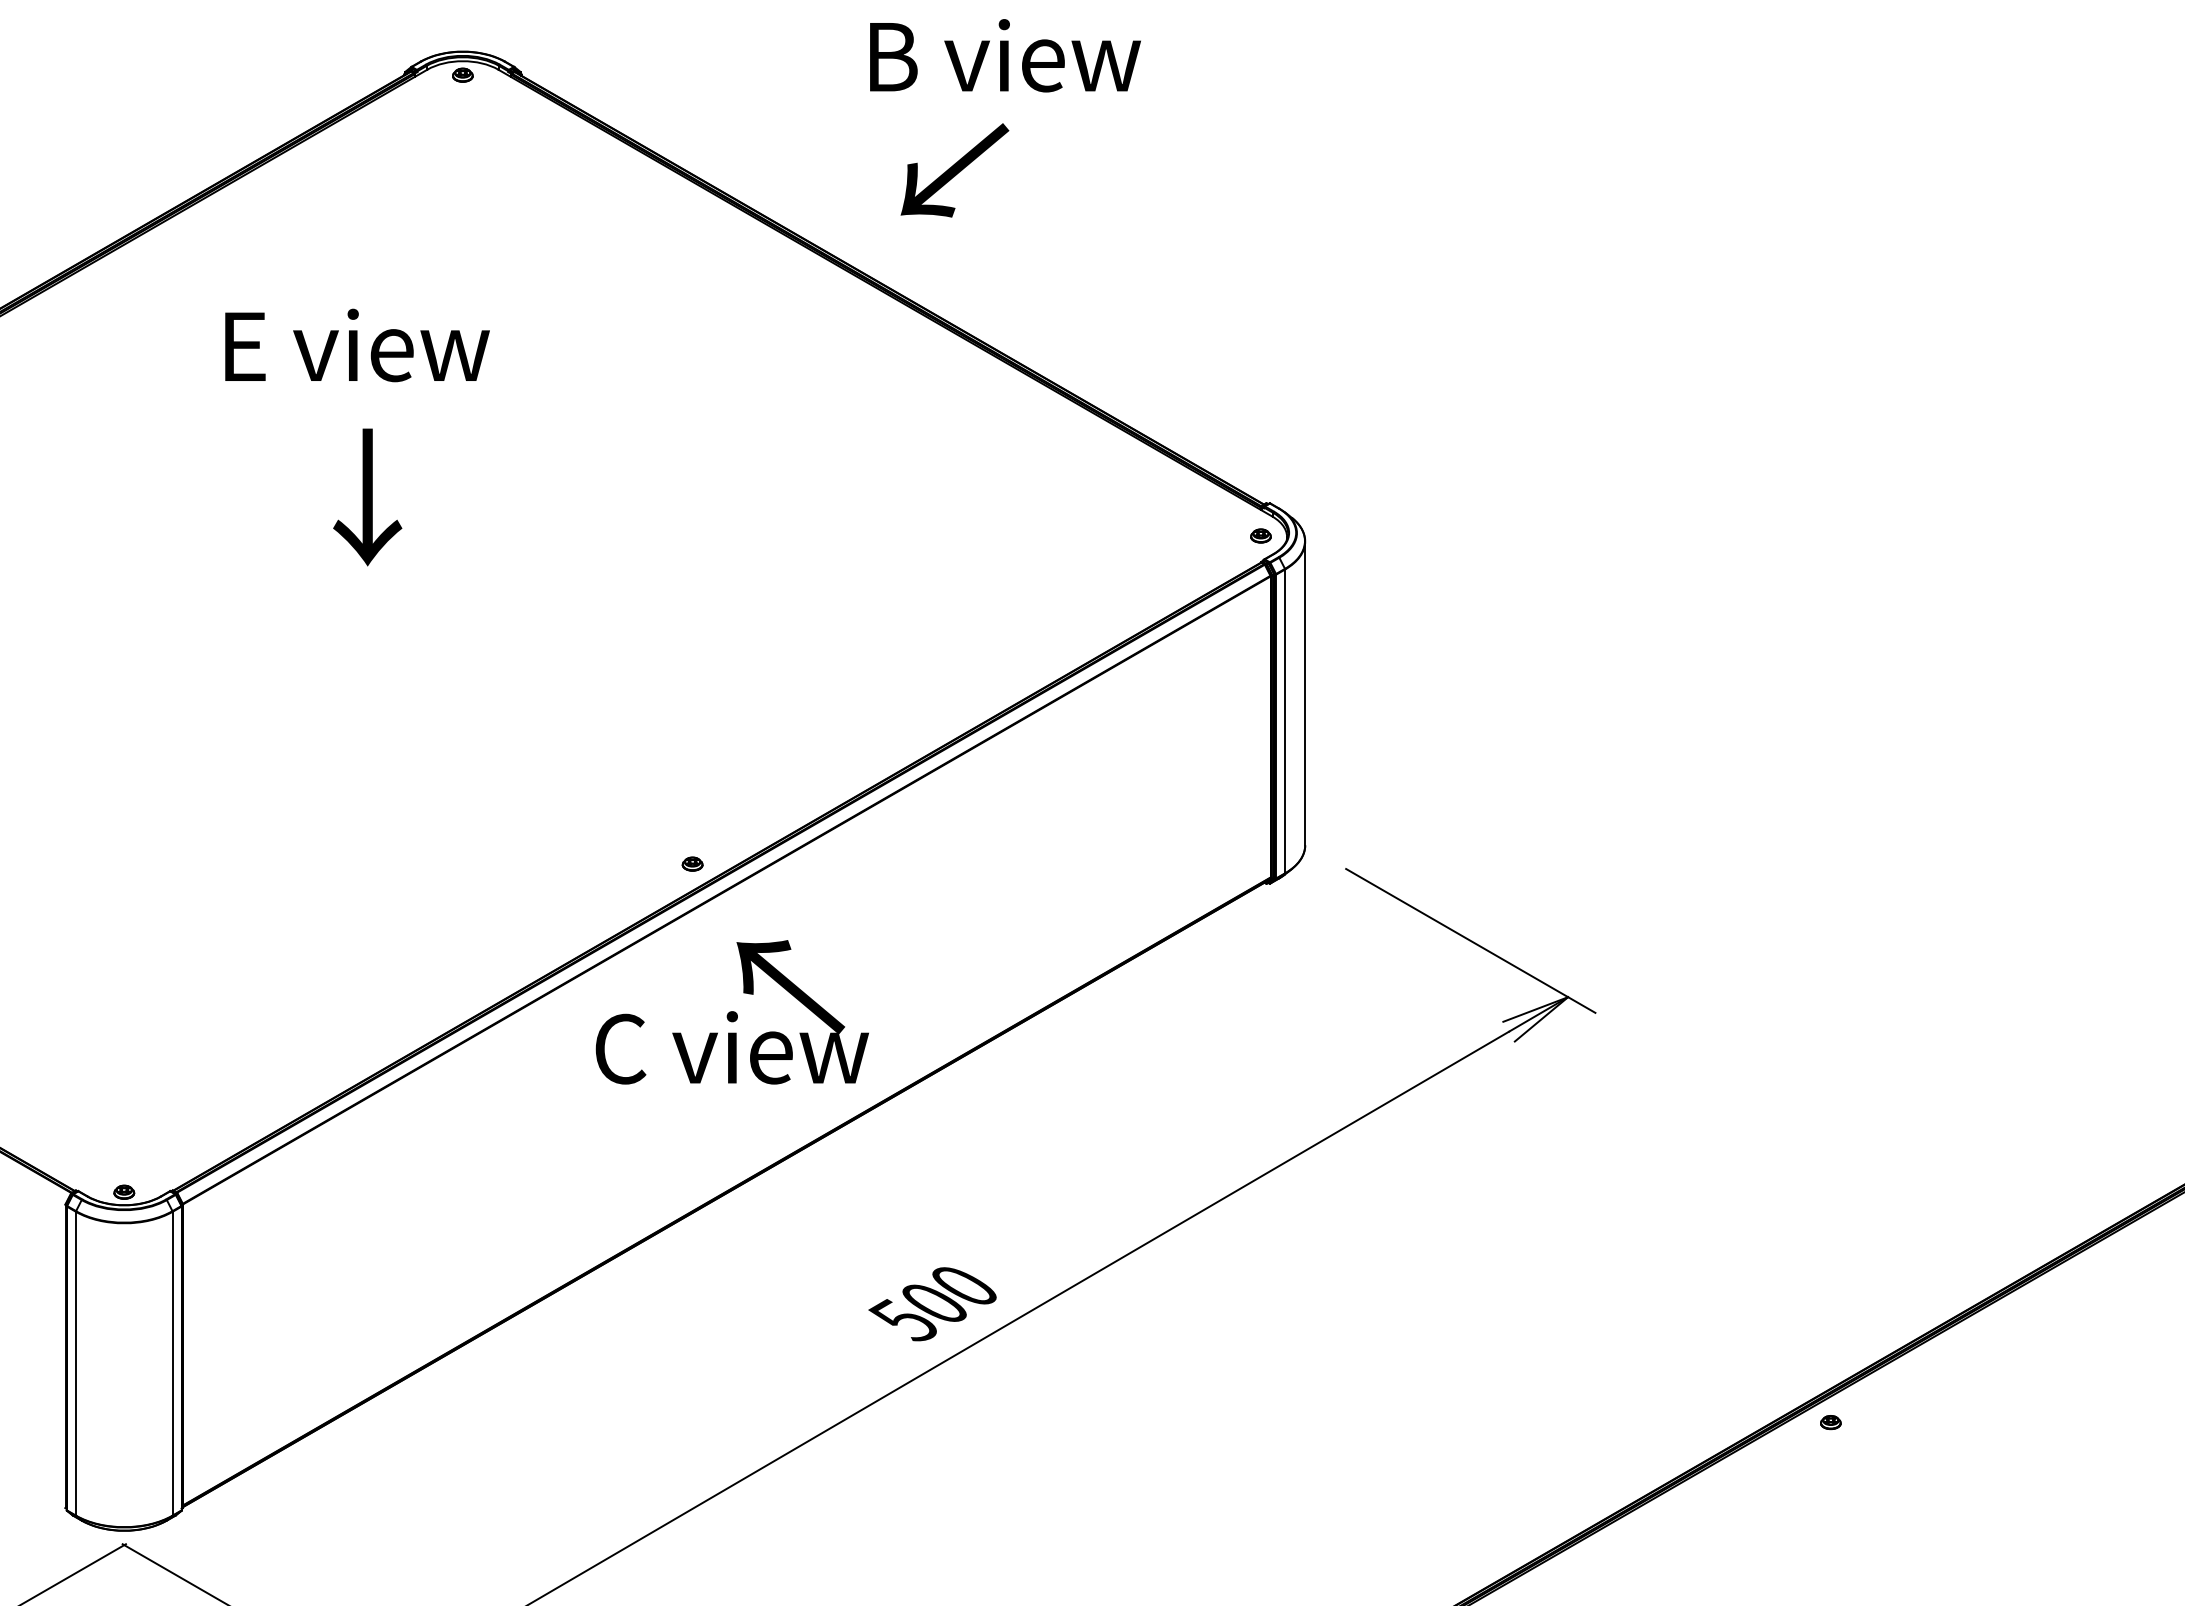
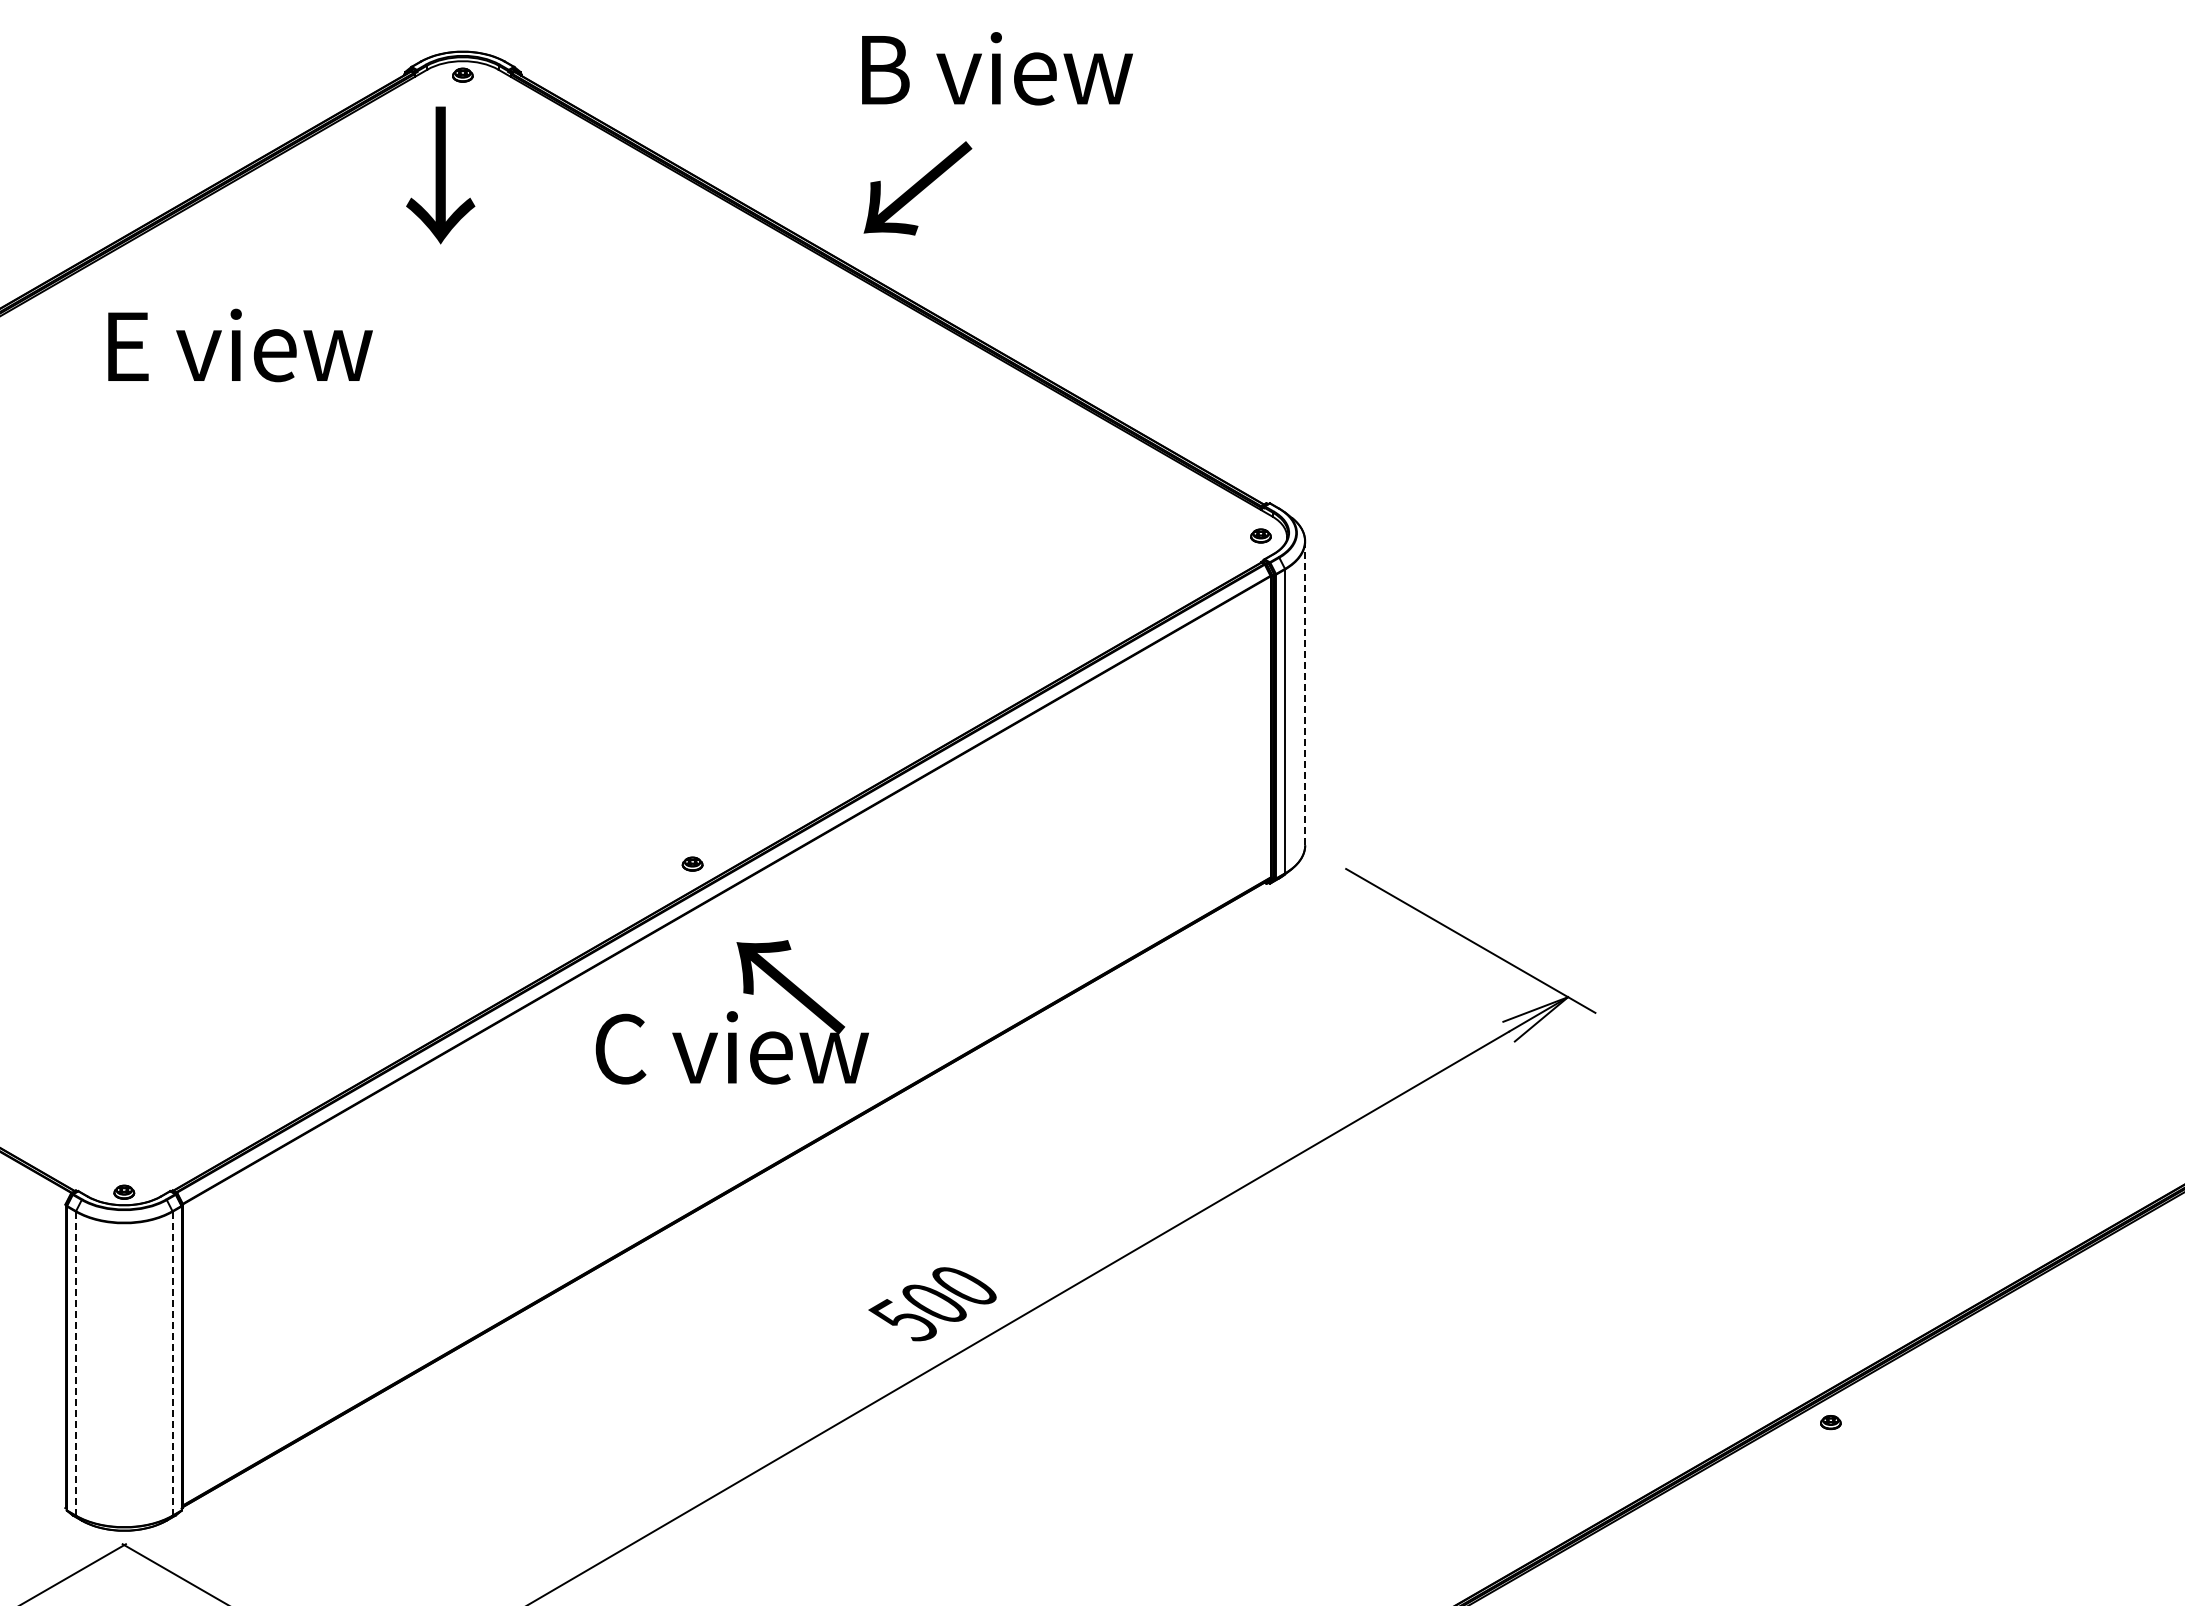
text at (1005, 55) position: (1005, 55) -> (997, 68)
text at (954, 170) position: (954, 170) -> (917, 188)
text at (357, 345) position: (357, 345) -> (240, 345)
text at (367, 497) position: (367, 497) -> (440, 175)
line at (1305, 693): solid -> dashed
line at (75, 1363): solid -> dashed
line at (172, 1363): solid -> dashed
